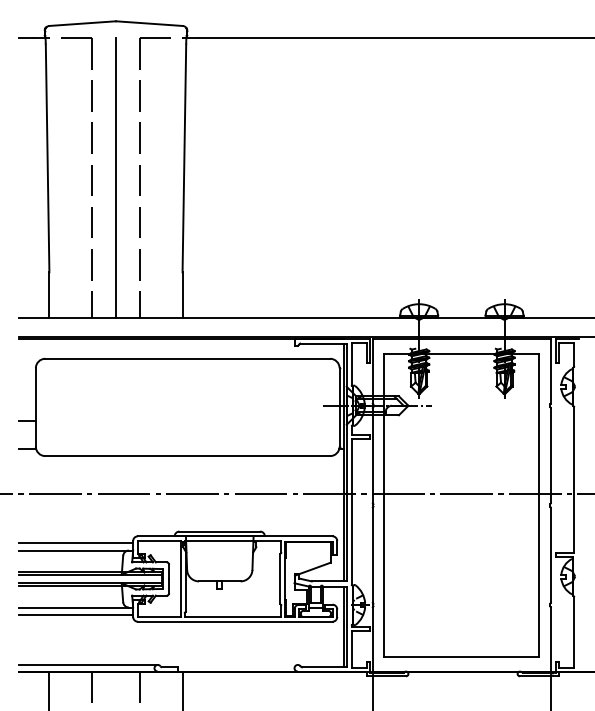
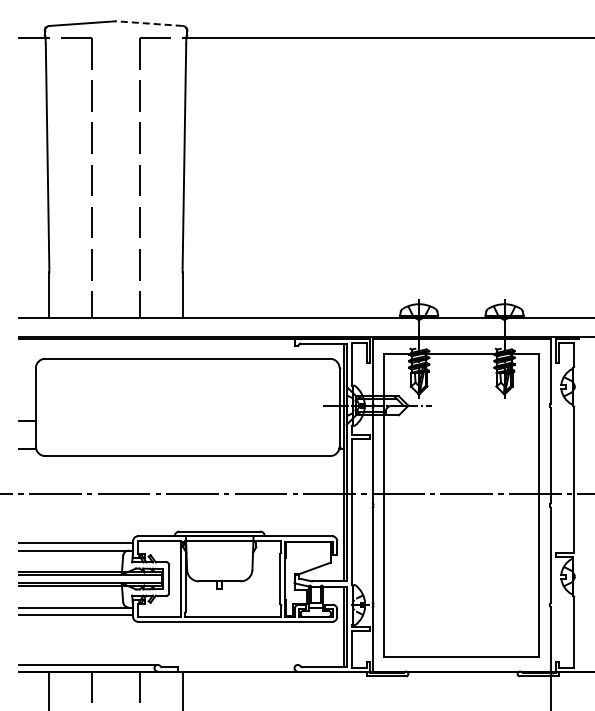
line at (149, 23): solid -> dashed
line at (116, 177): present -> none
line at (372, 691): present -> none
